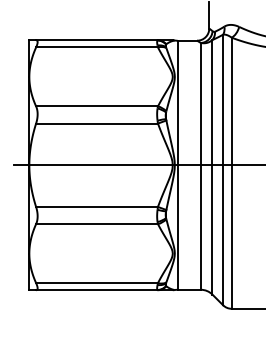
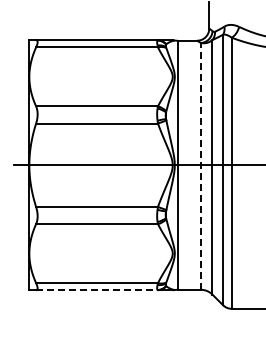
line at (200, 165): solid -> dashed
line at (97, 290): solid -> dashed
